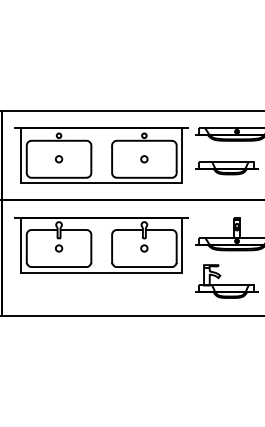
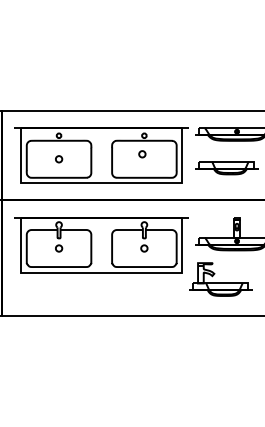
circle at (144, 159) position: (144, 159) -> (142, 154)
part at (226, 281) position: (226, 281) -> (220, 279)
